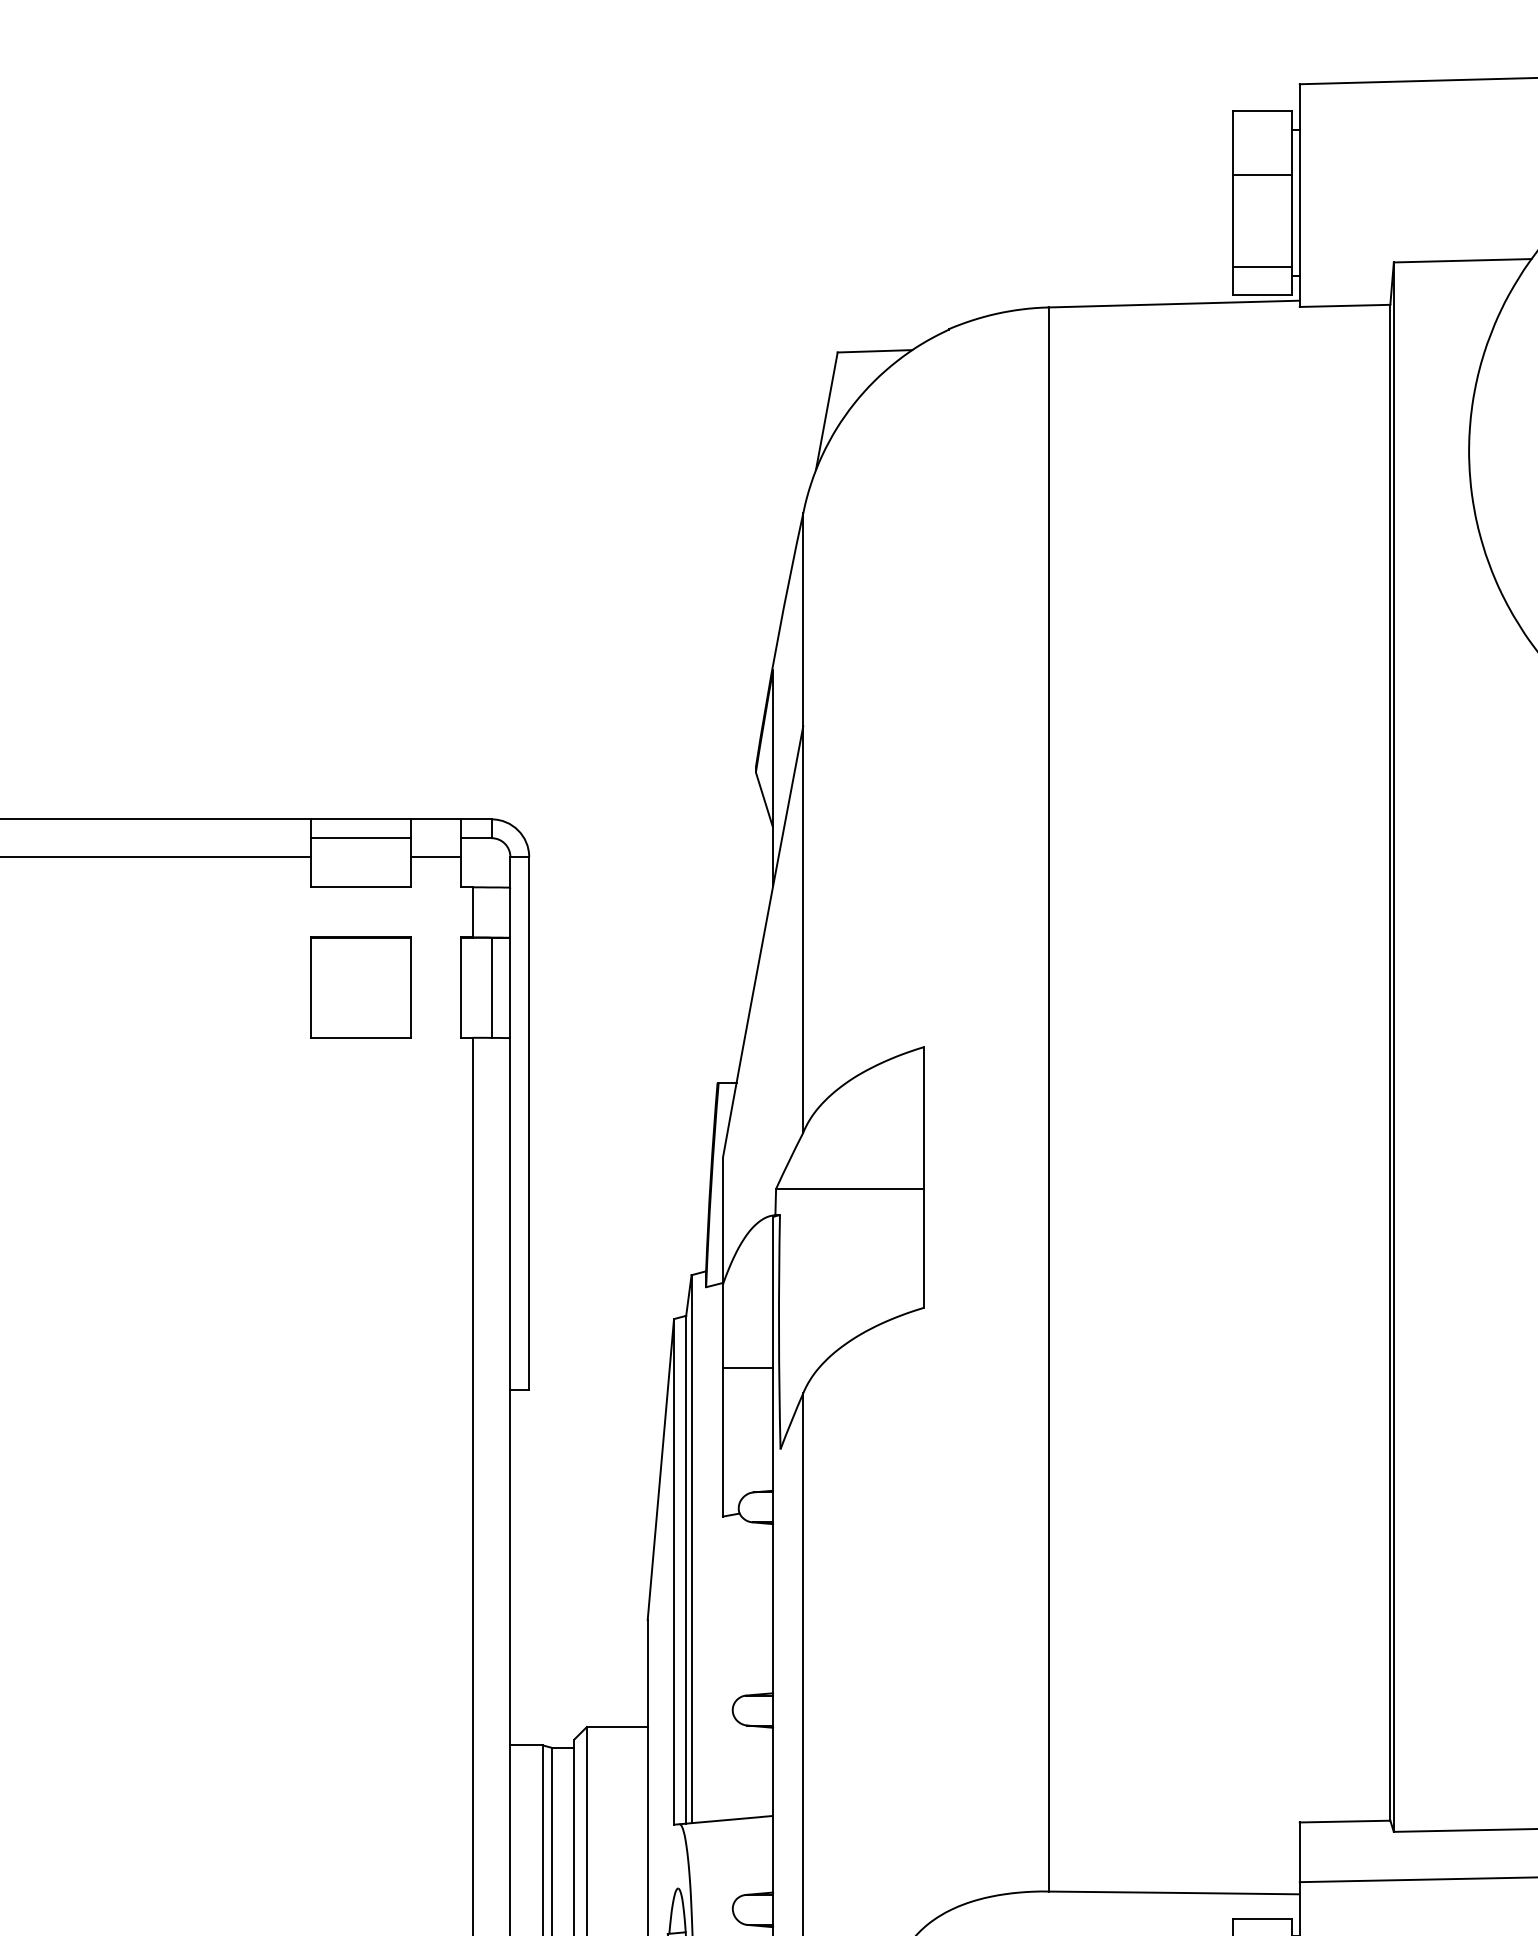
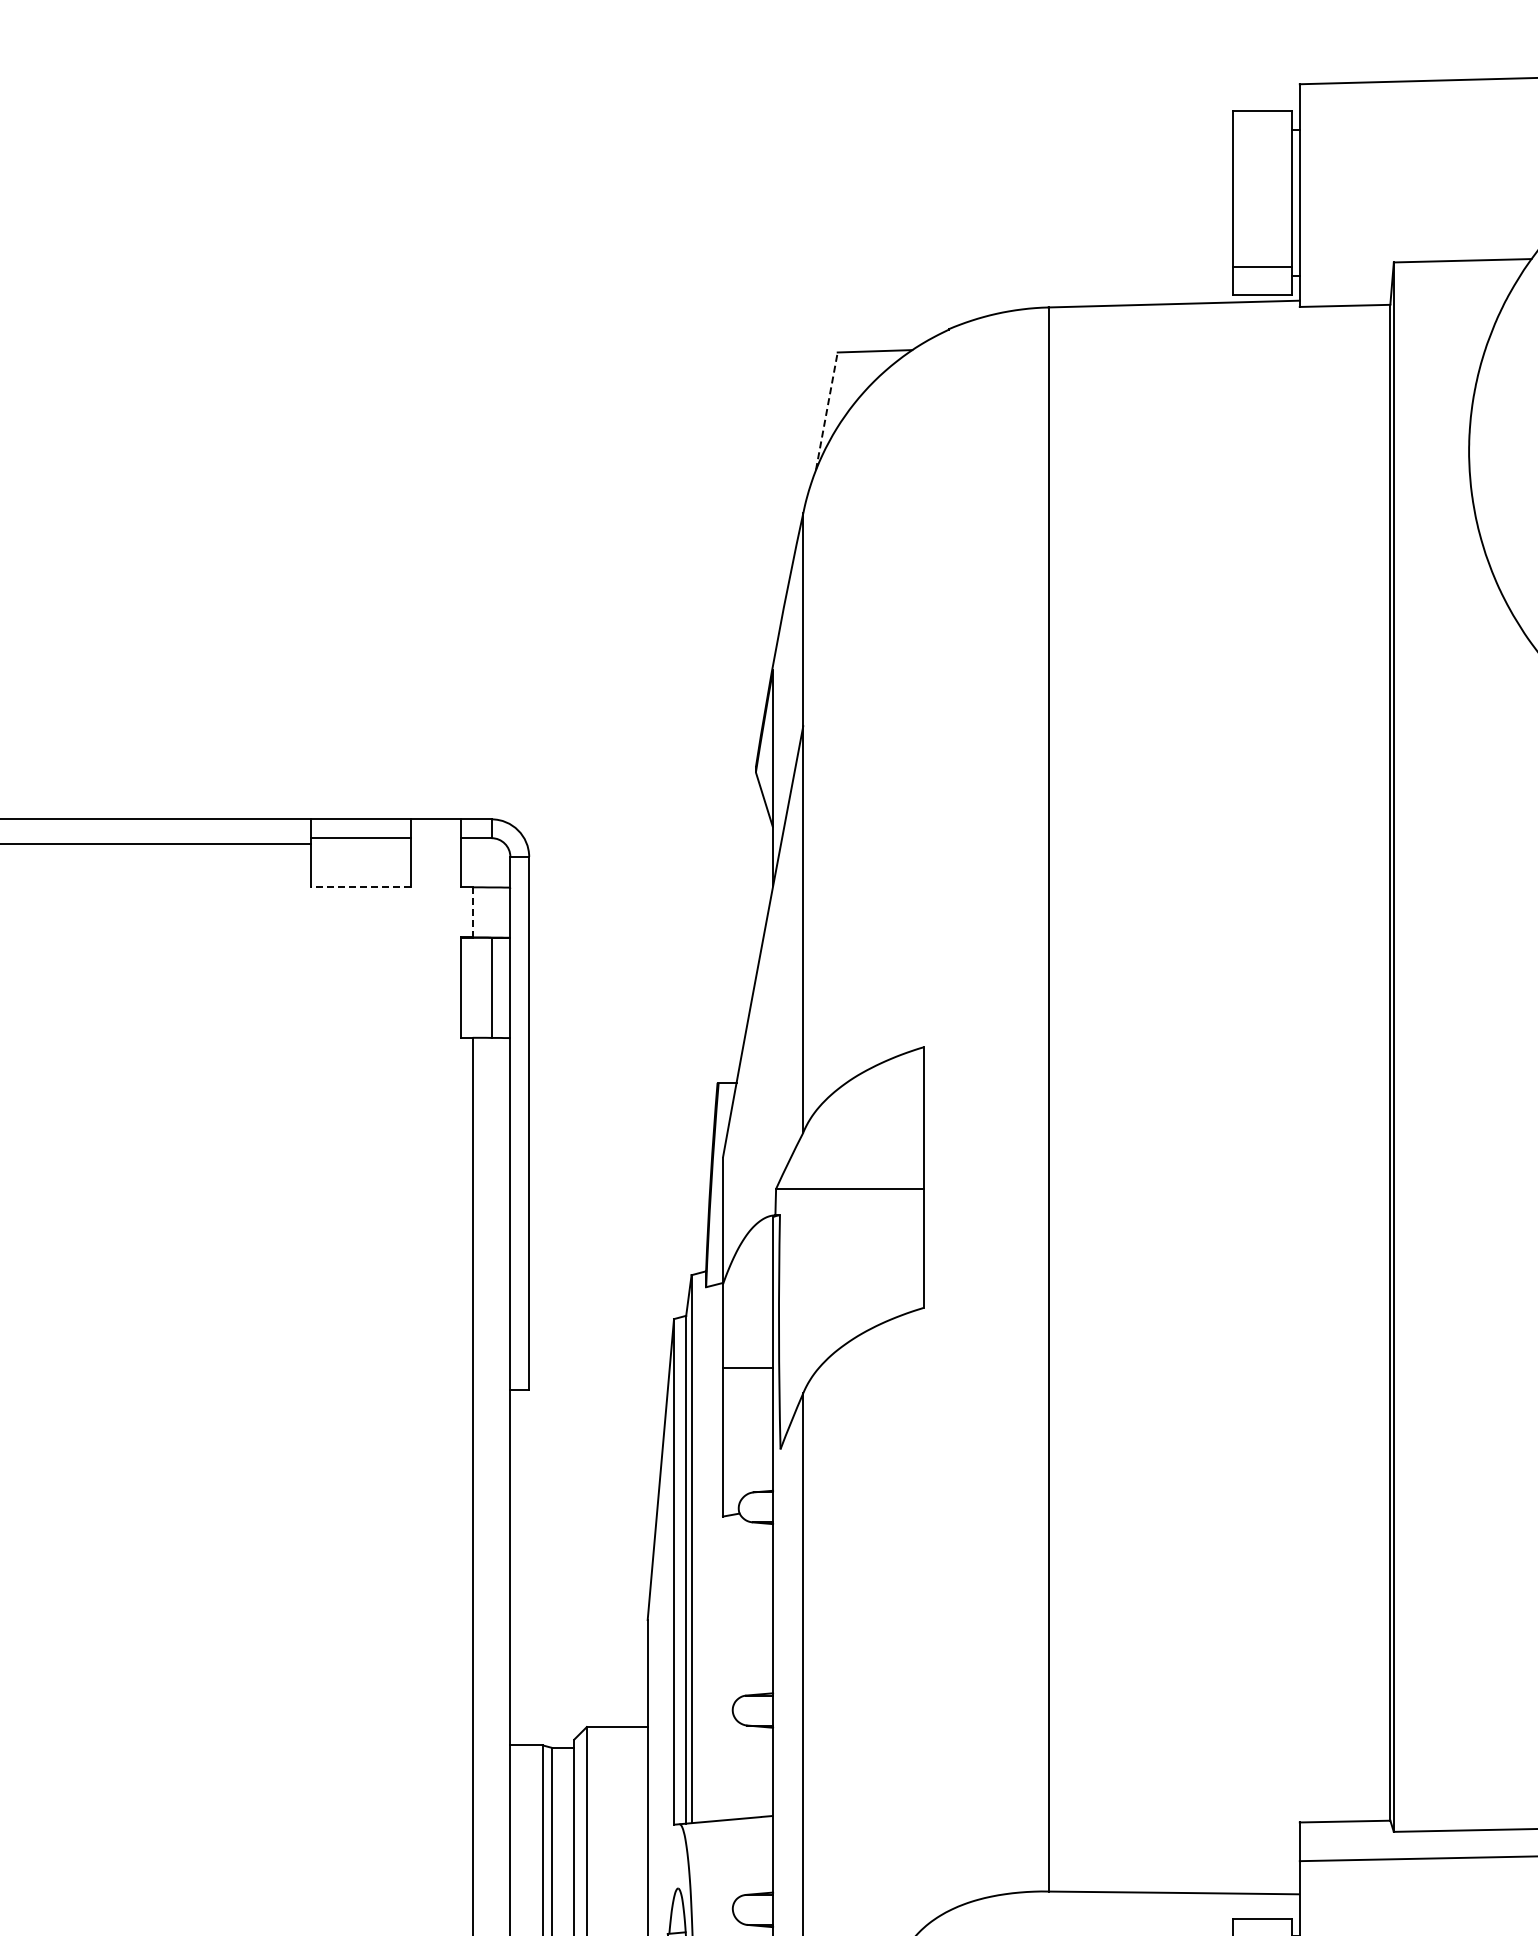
line at (1262, 175): present -> none
line at (826, 411): solid -> dashed
line at (156, 856) position: (156, 856) -> (156, 843)
line at (436, 856): present -> none
line at (360, 887): solid -> dashed
line at (472, 912): solid -> dashed
part at (360, 987): present -> none
line at (1416, 1879) position: (1416, 1879) -> (1416, 1858)
